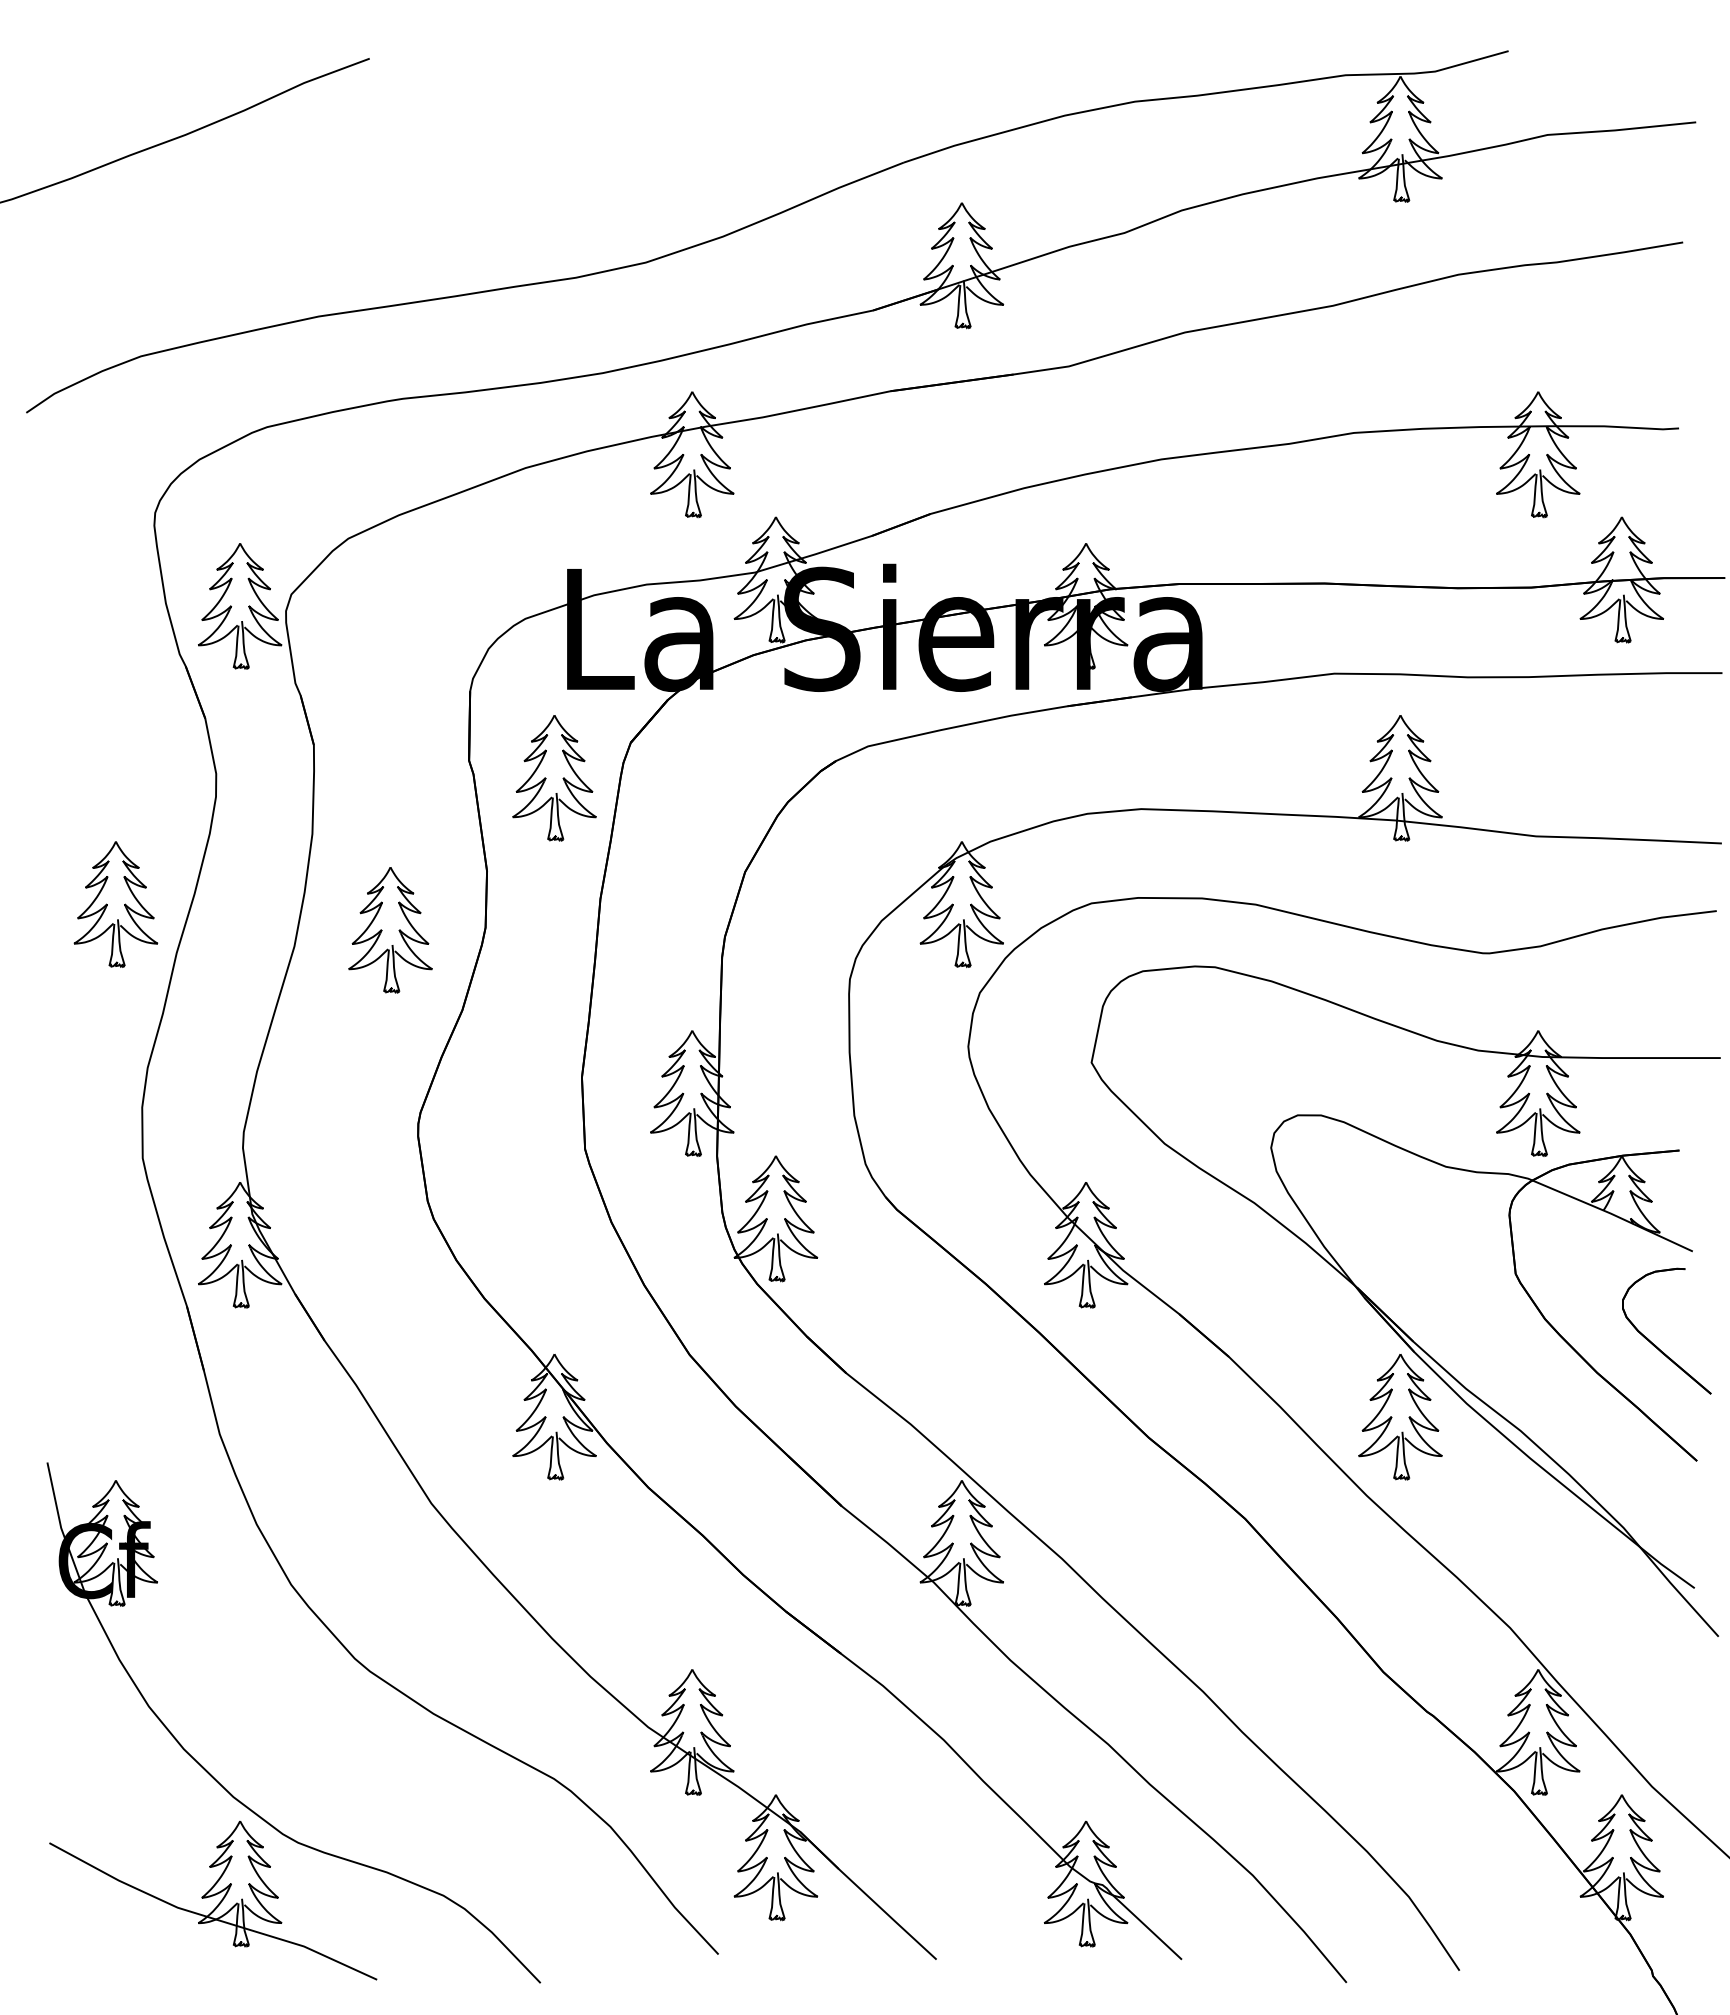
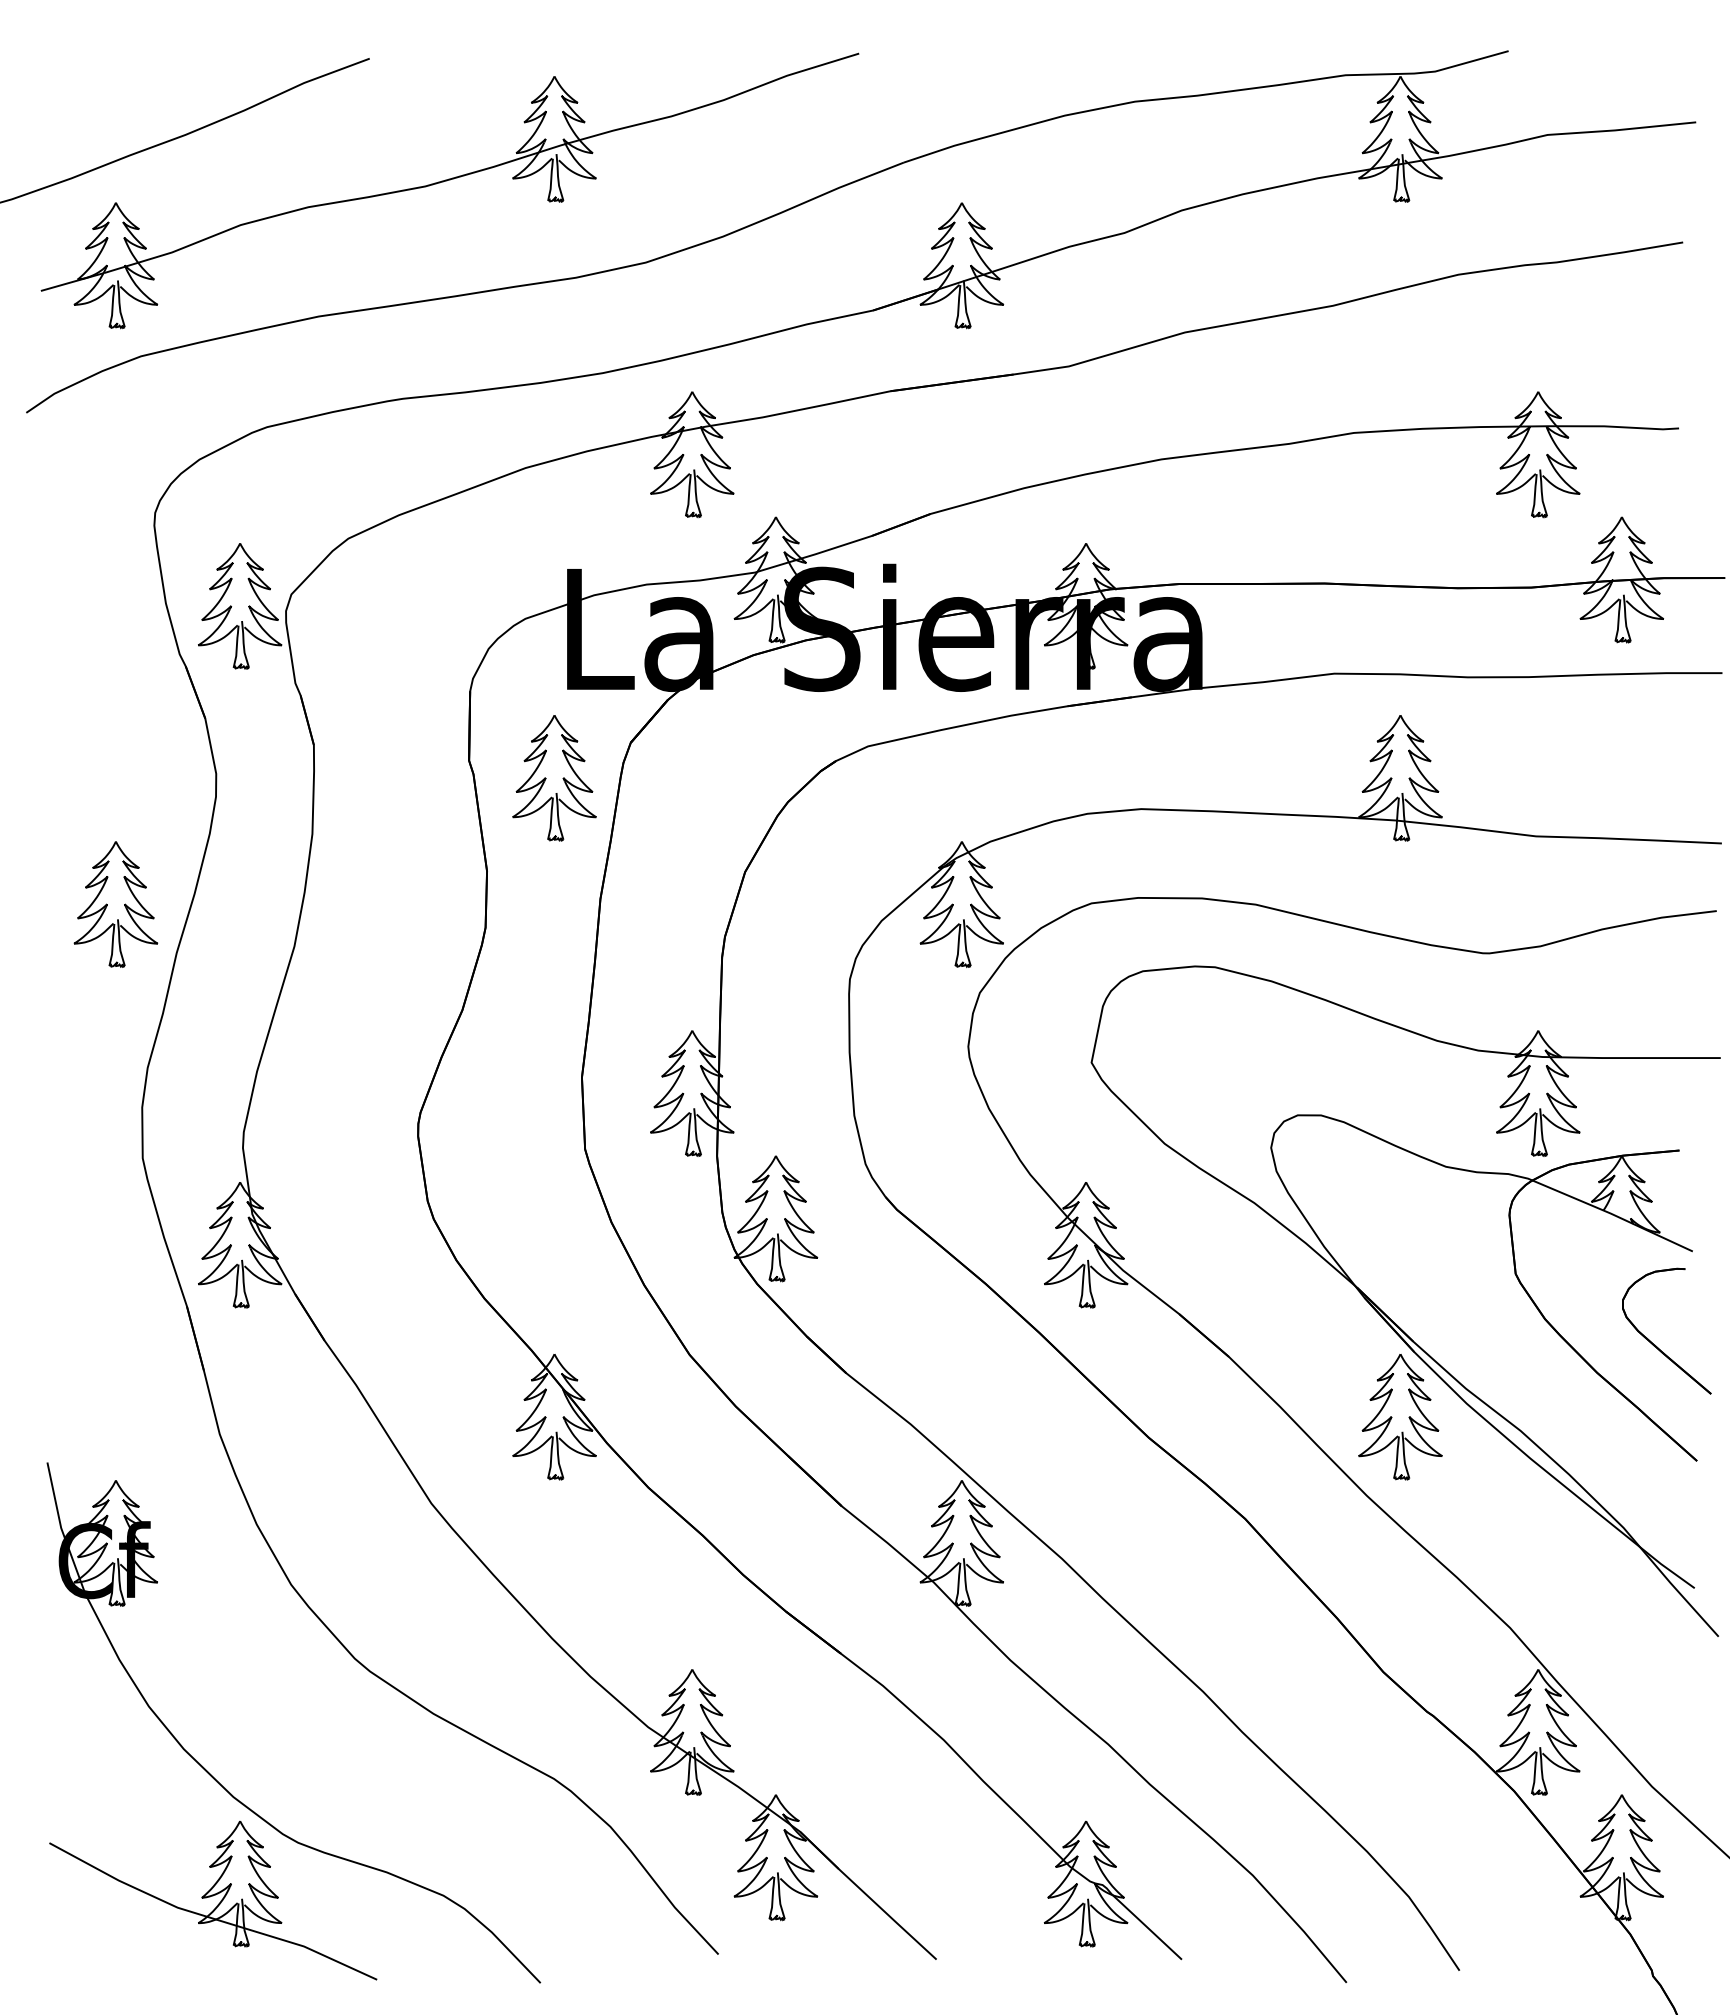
part at (446, 181): none -> present
part at (390, 930): present -> none
